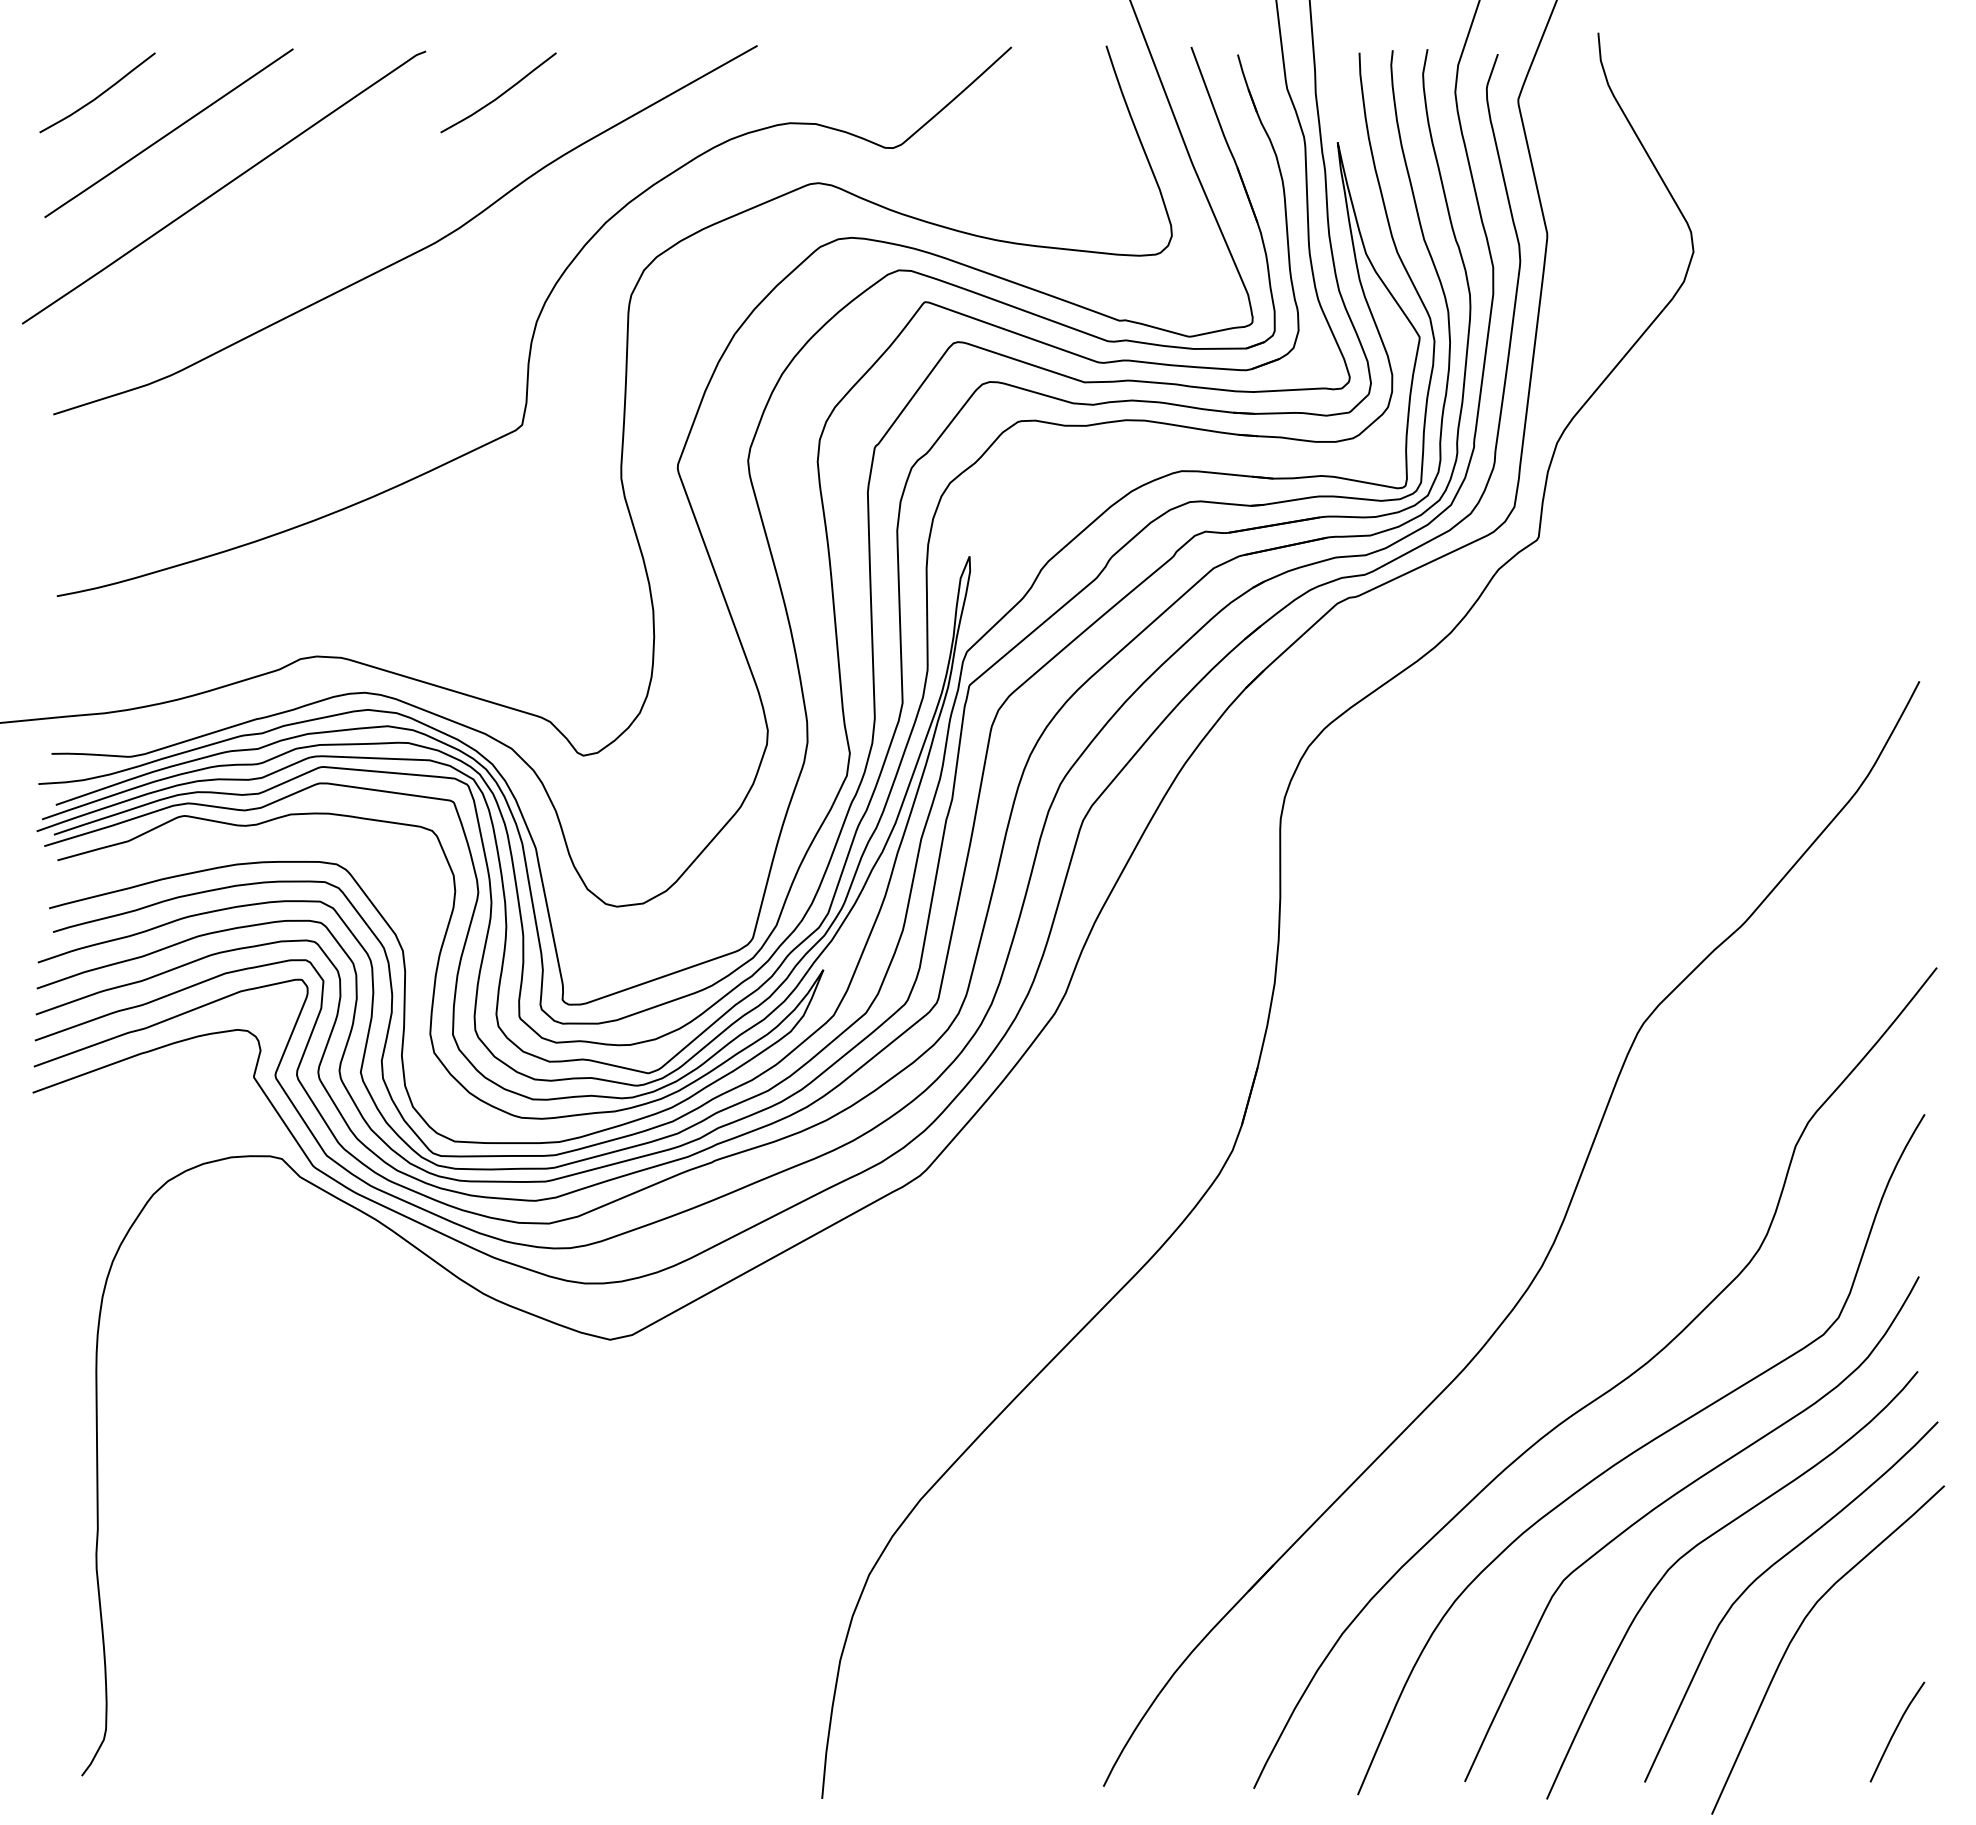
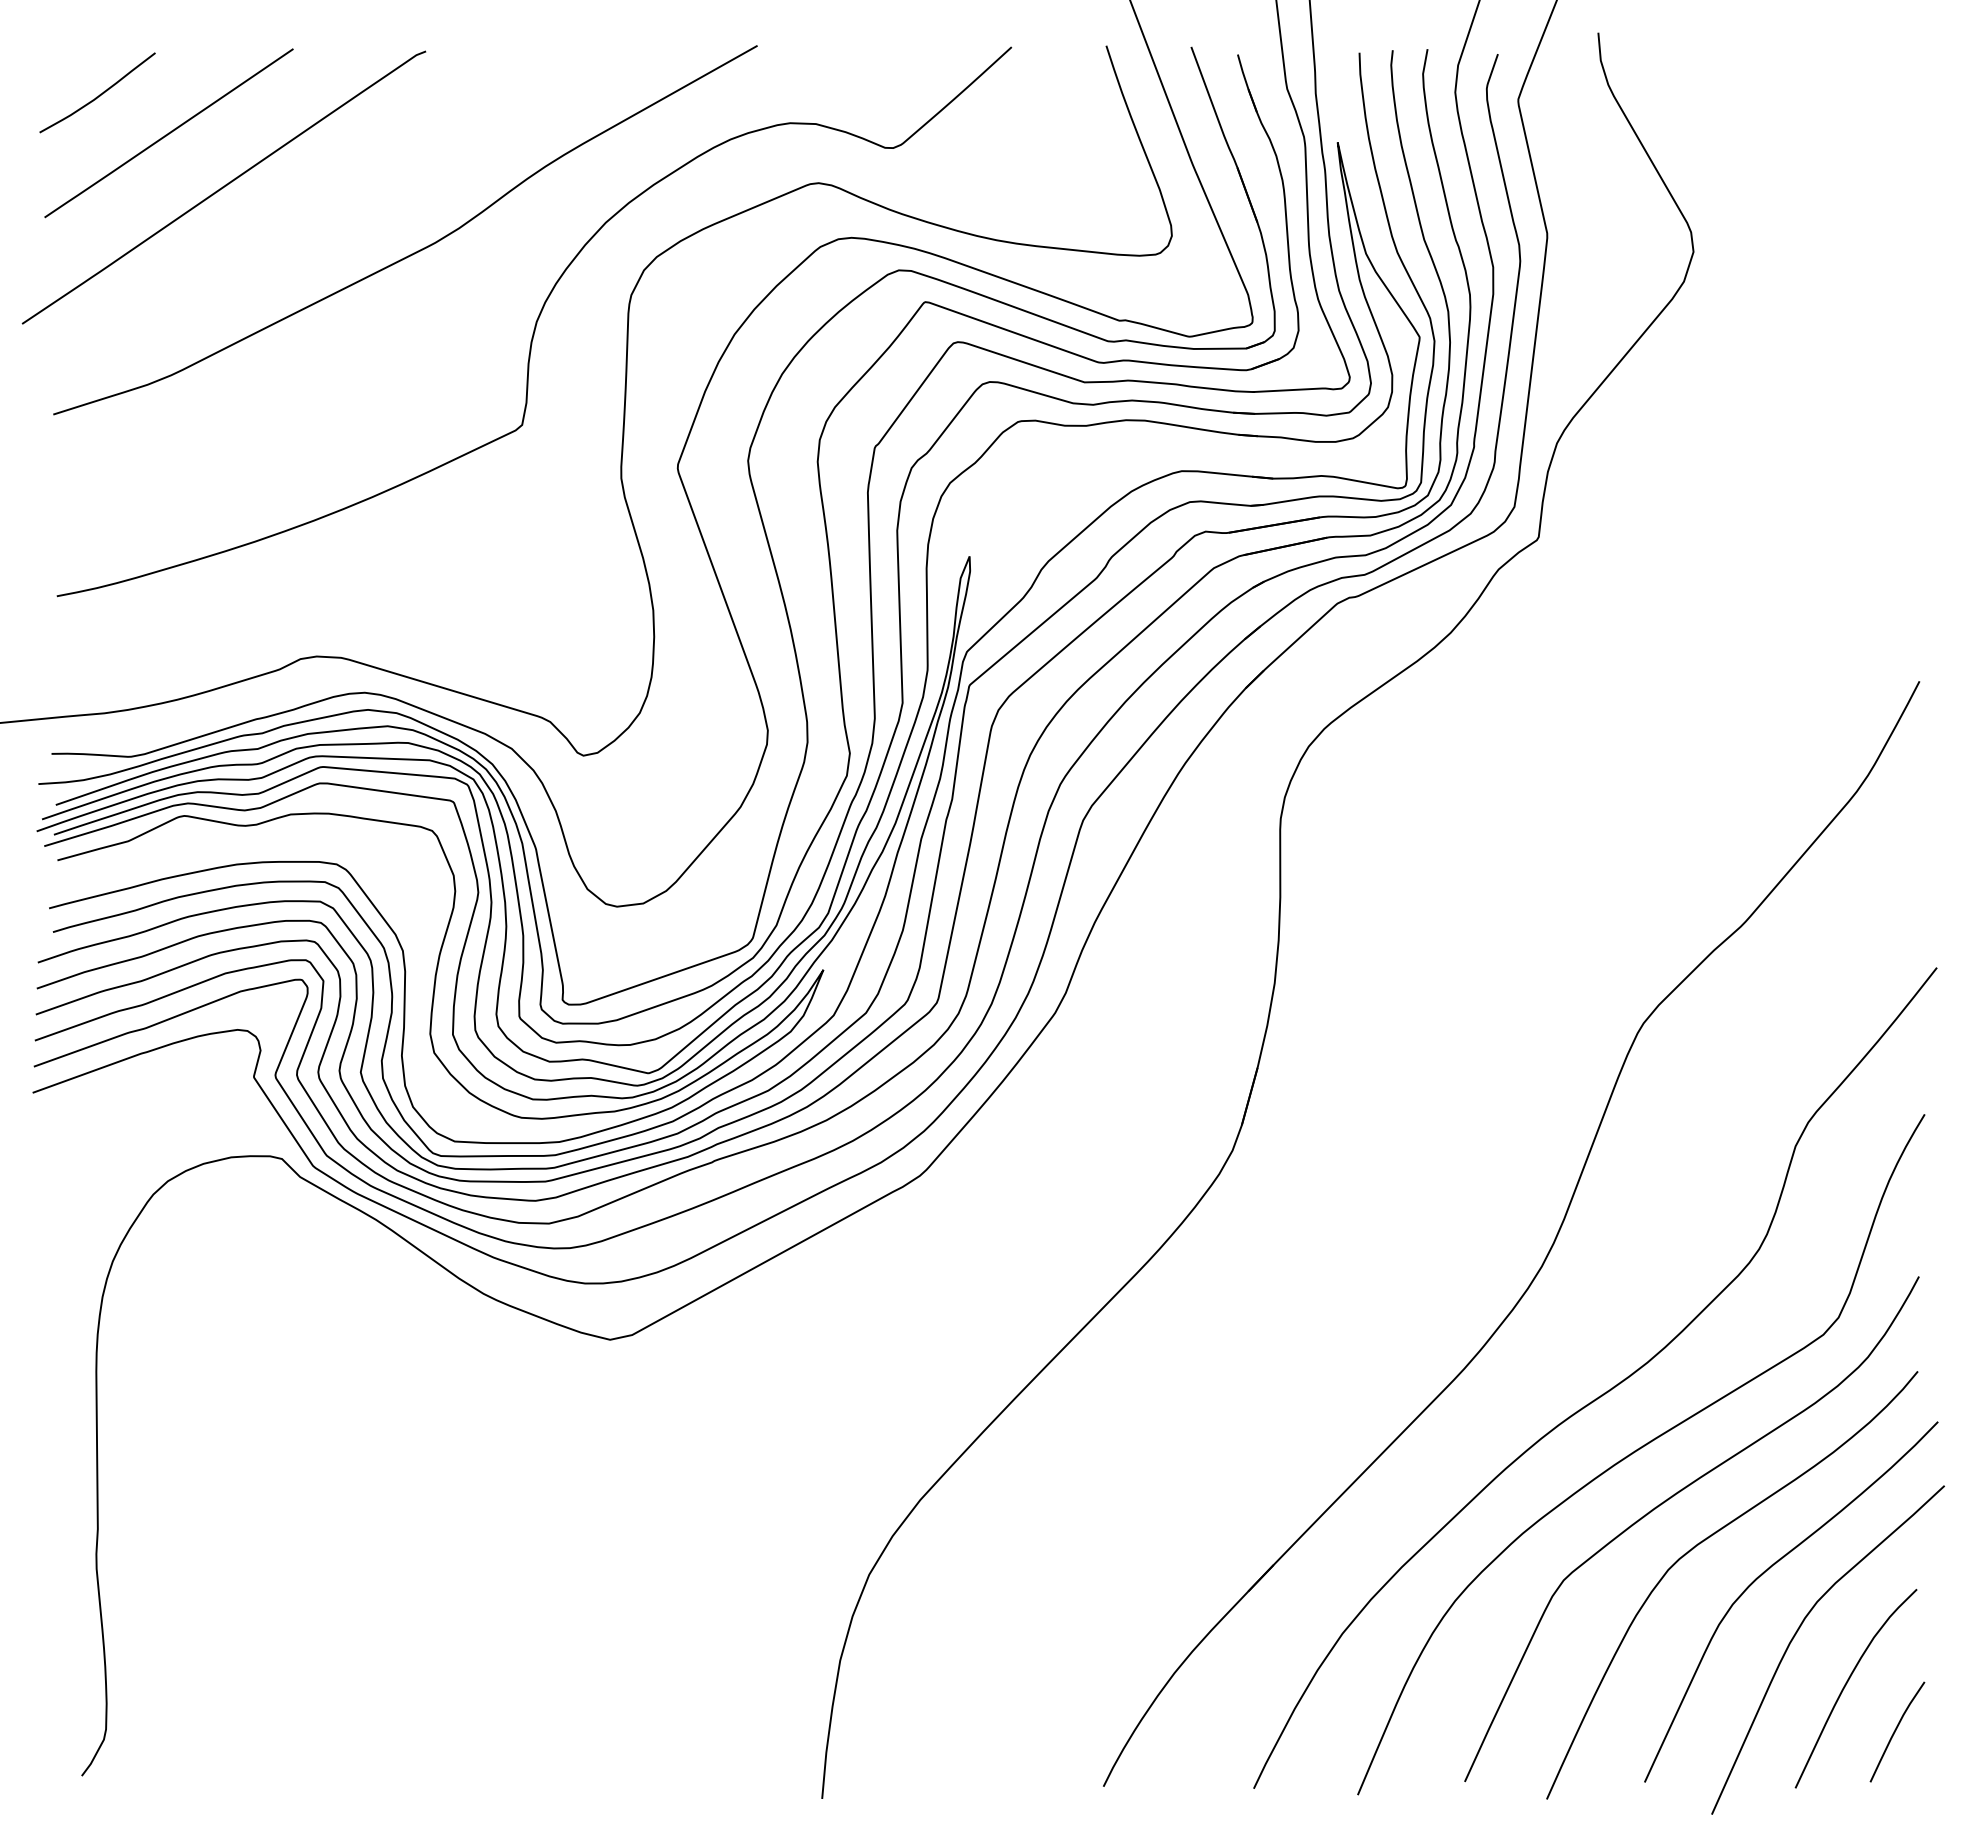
curve at (500, 94): present -> none
curve at (1847, 1683): none -> present
